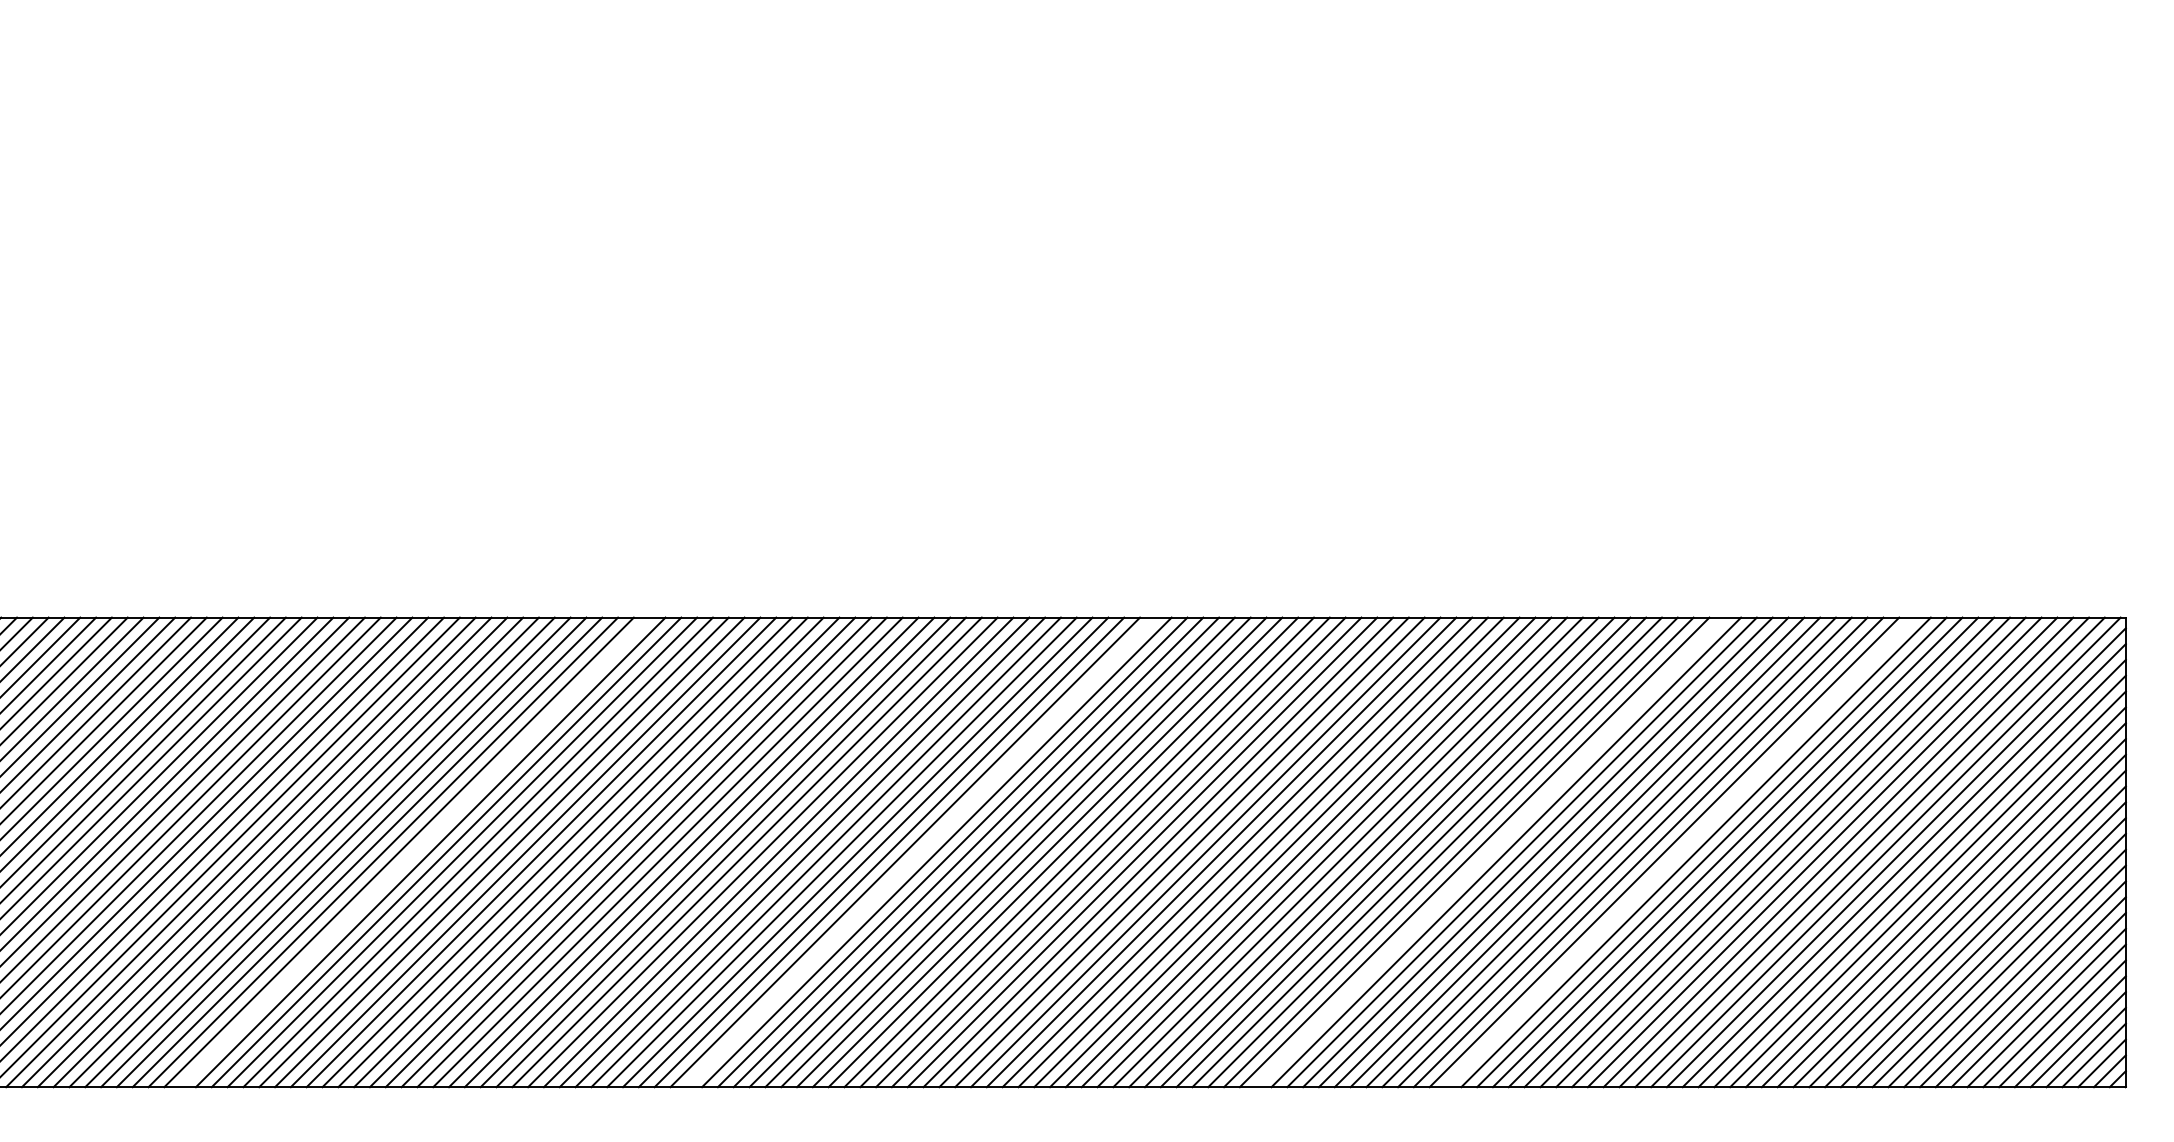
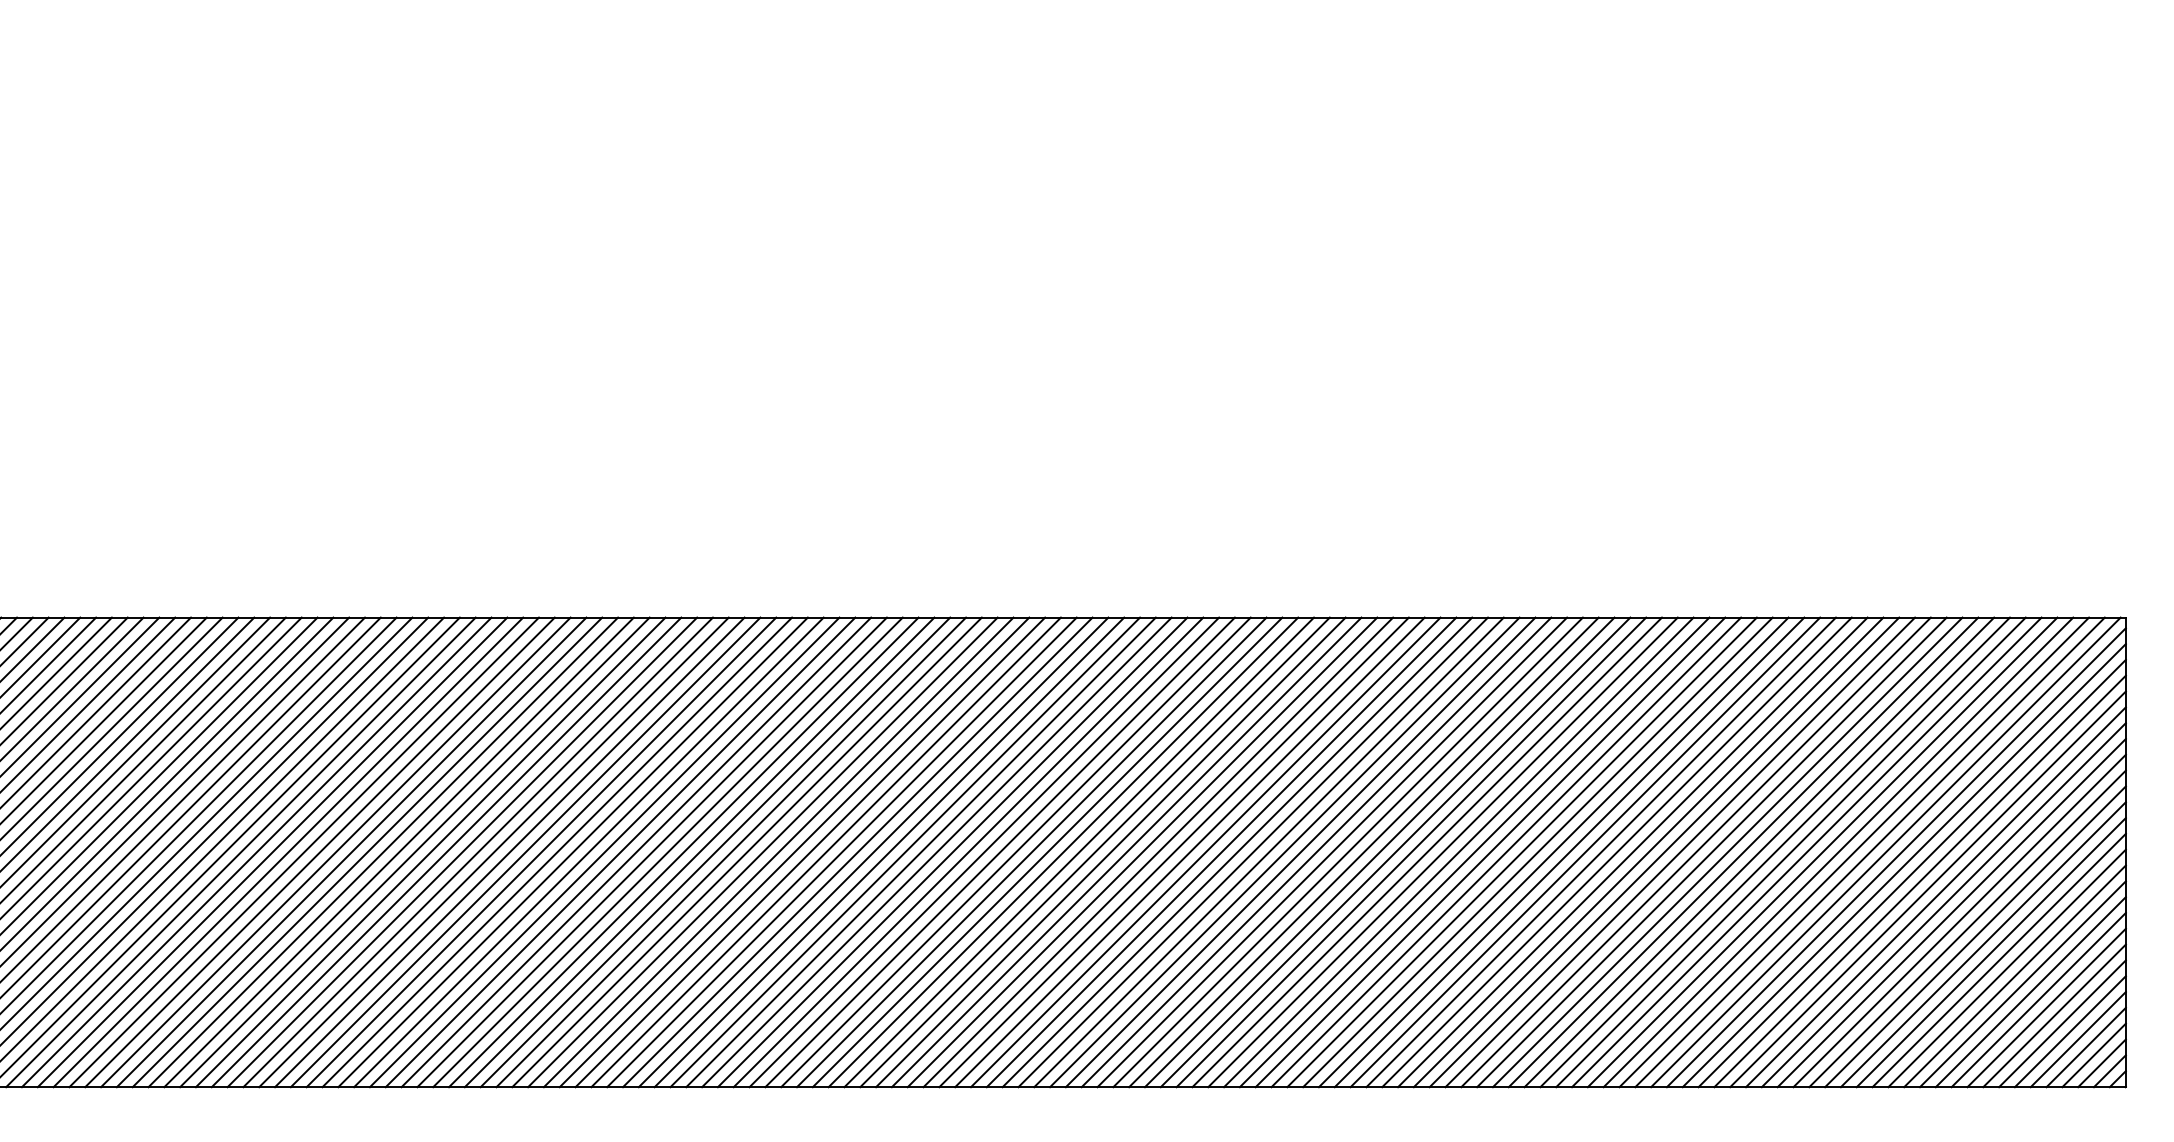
line at (414, 852): none -> present
line at (920, 852): none -> present
line at (1490, 852): none -> present
line at (1680, 852): none -> present
